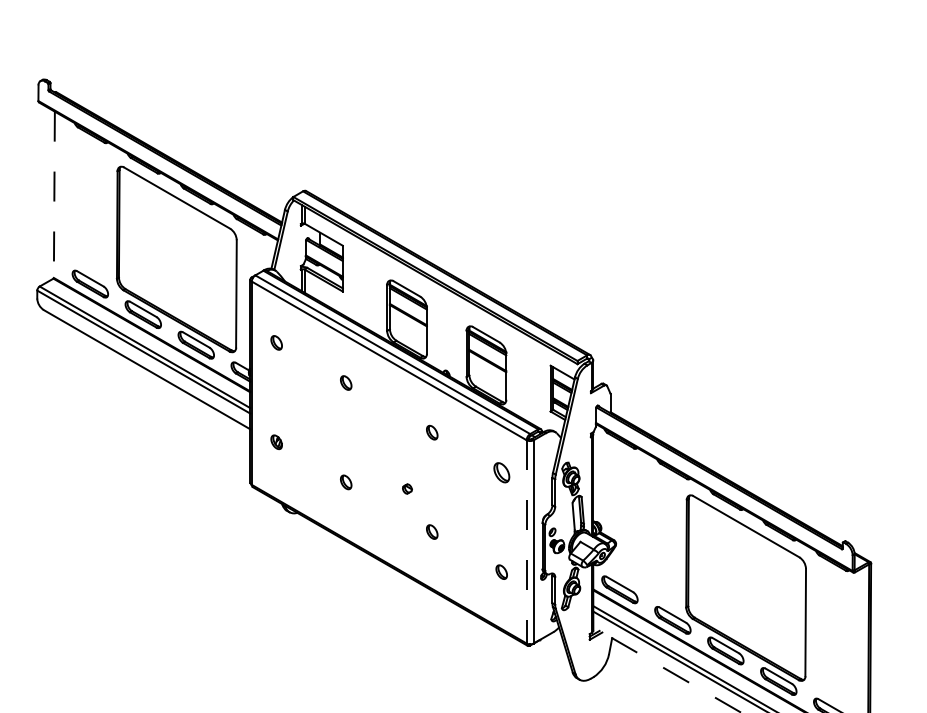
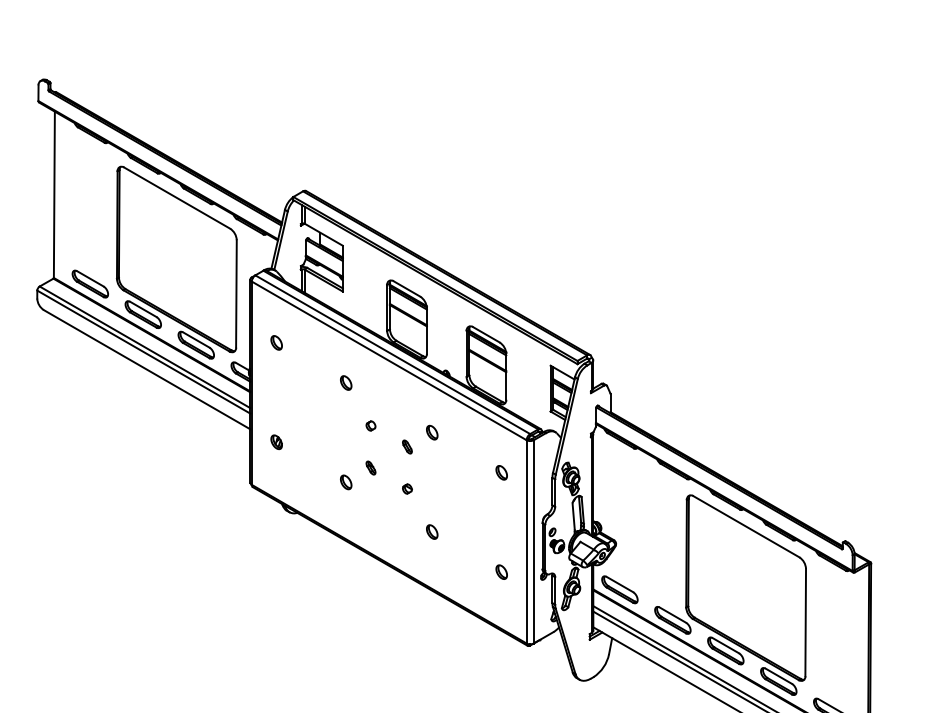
line at (54, 195): dashed -> solid
part at (370, 425): none -> present
part at (407, 446): none -> present
part at (370, 467): none -> present
part at (501, 472) size: 18x22 px -> 13x16 px
line at (526, 541): dashed -> solid
line at (666, 669): dashed -> solid
